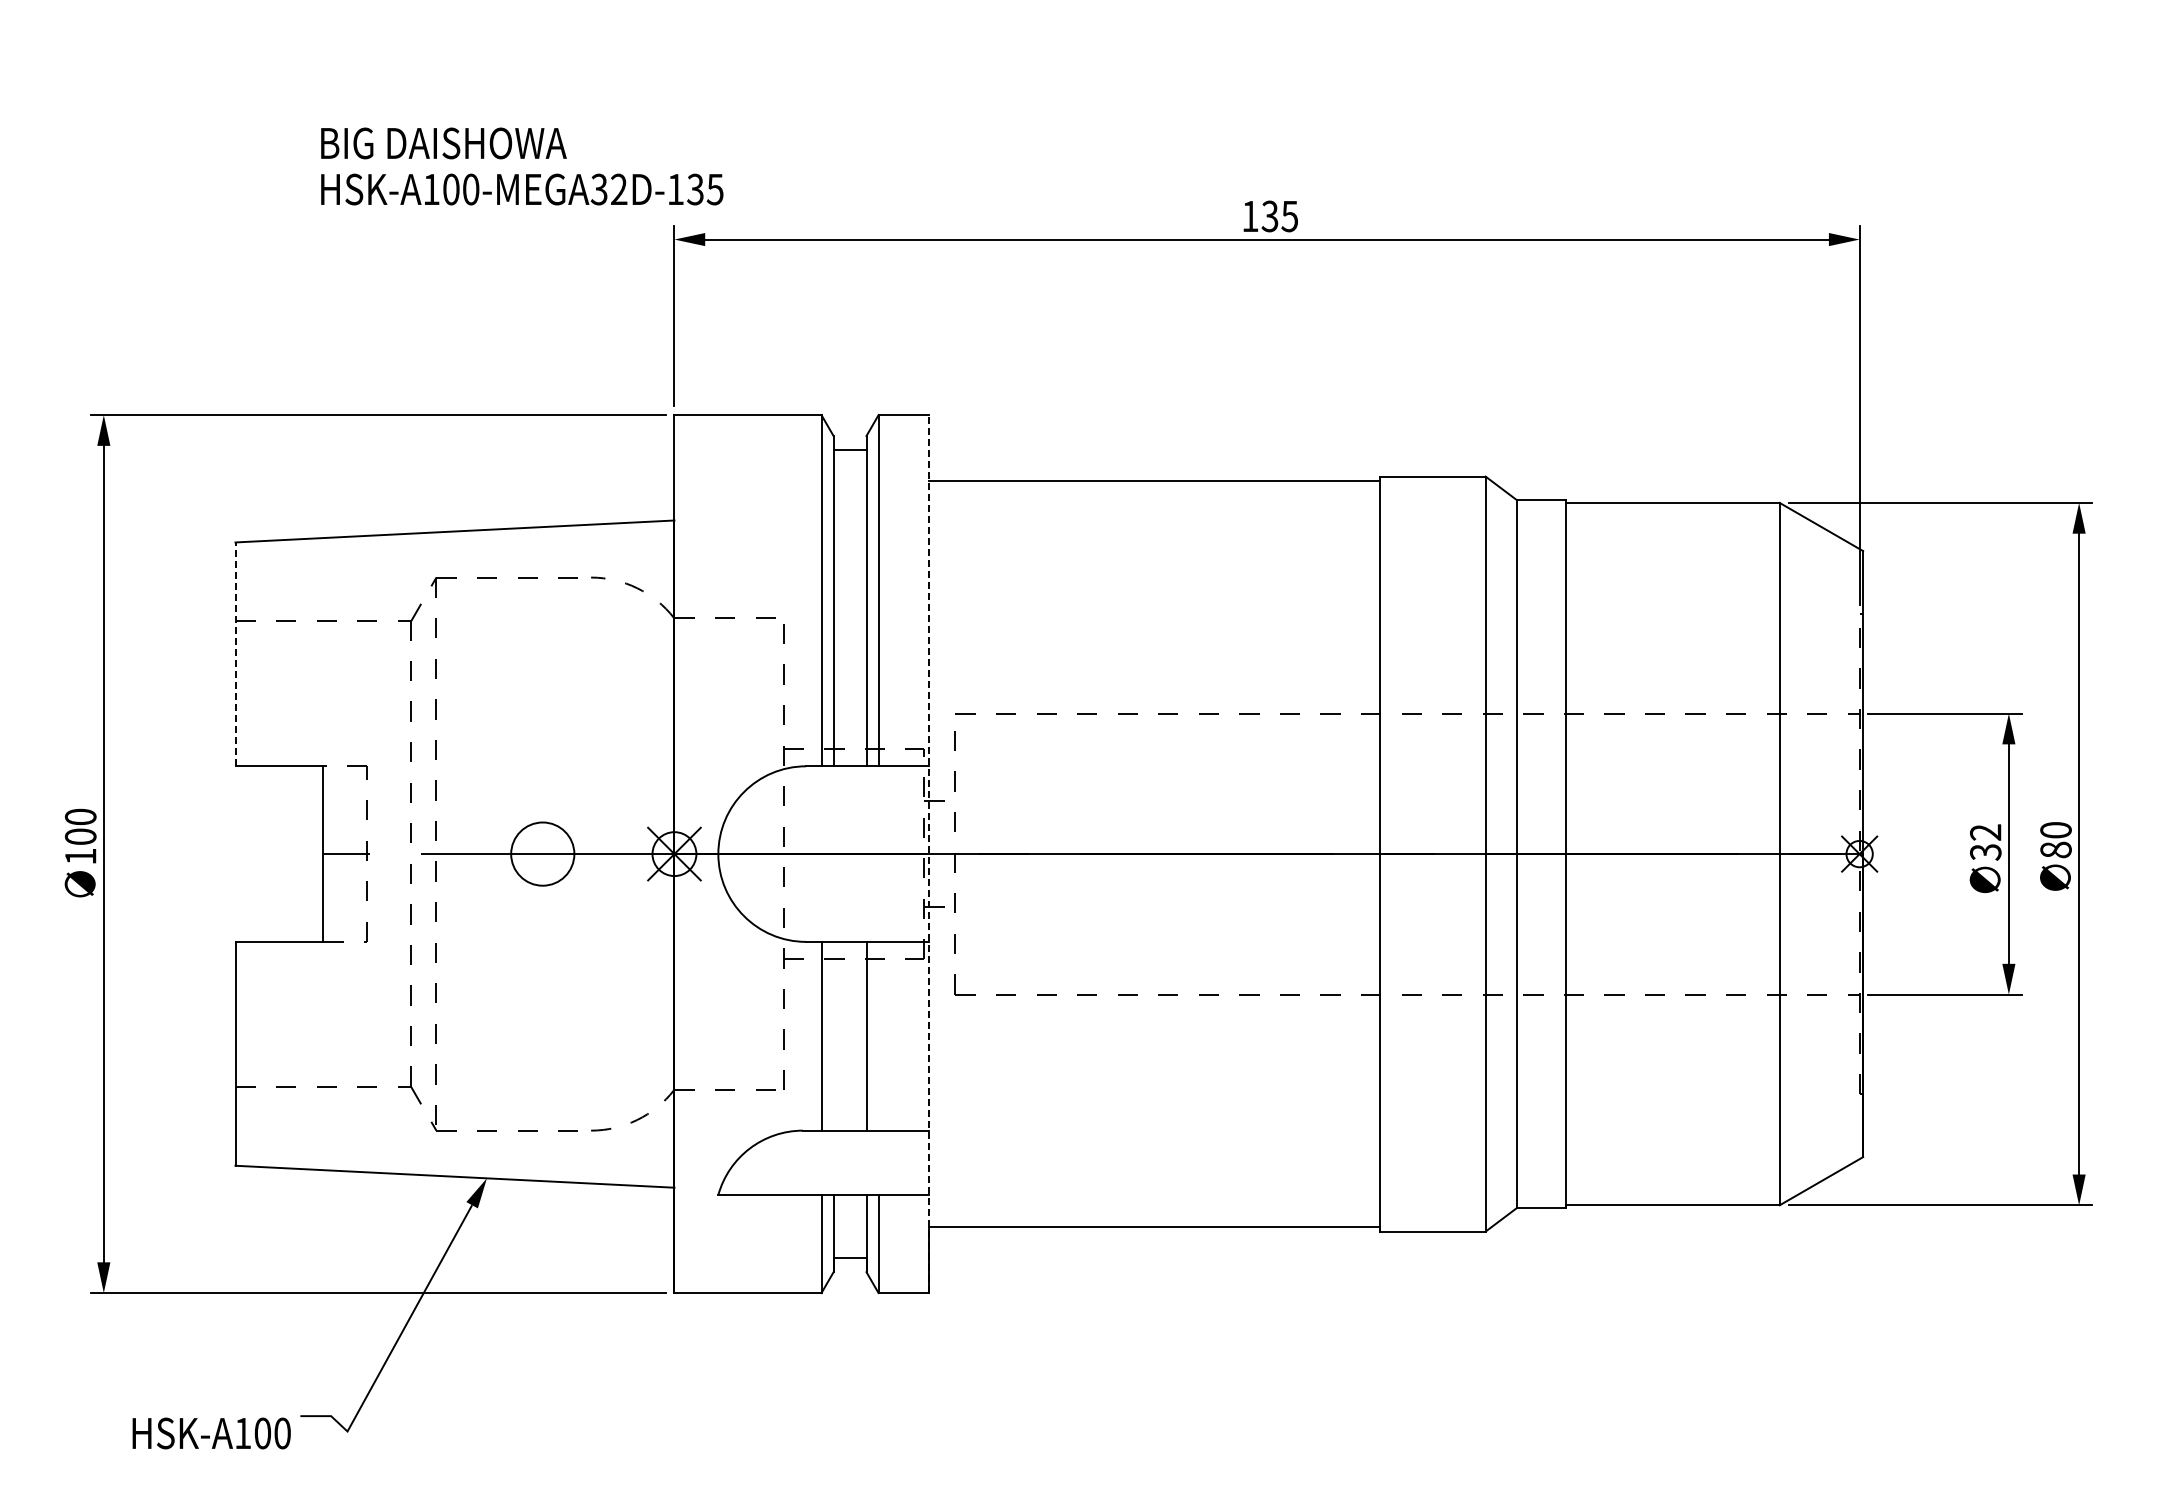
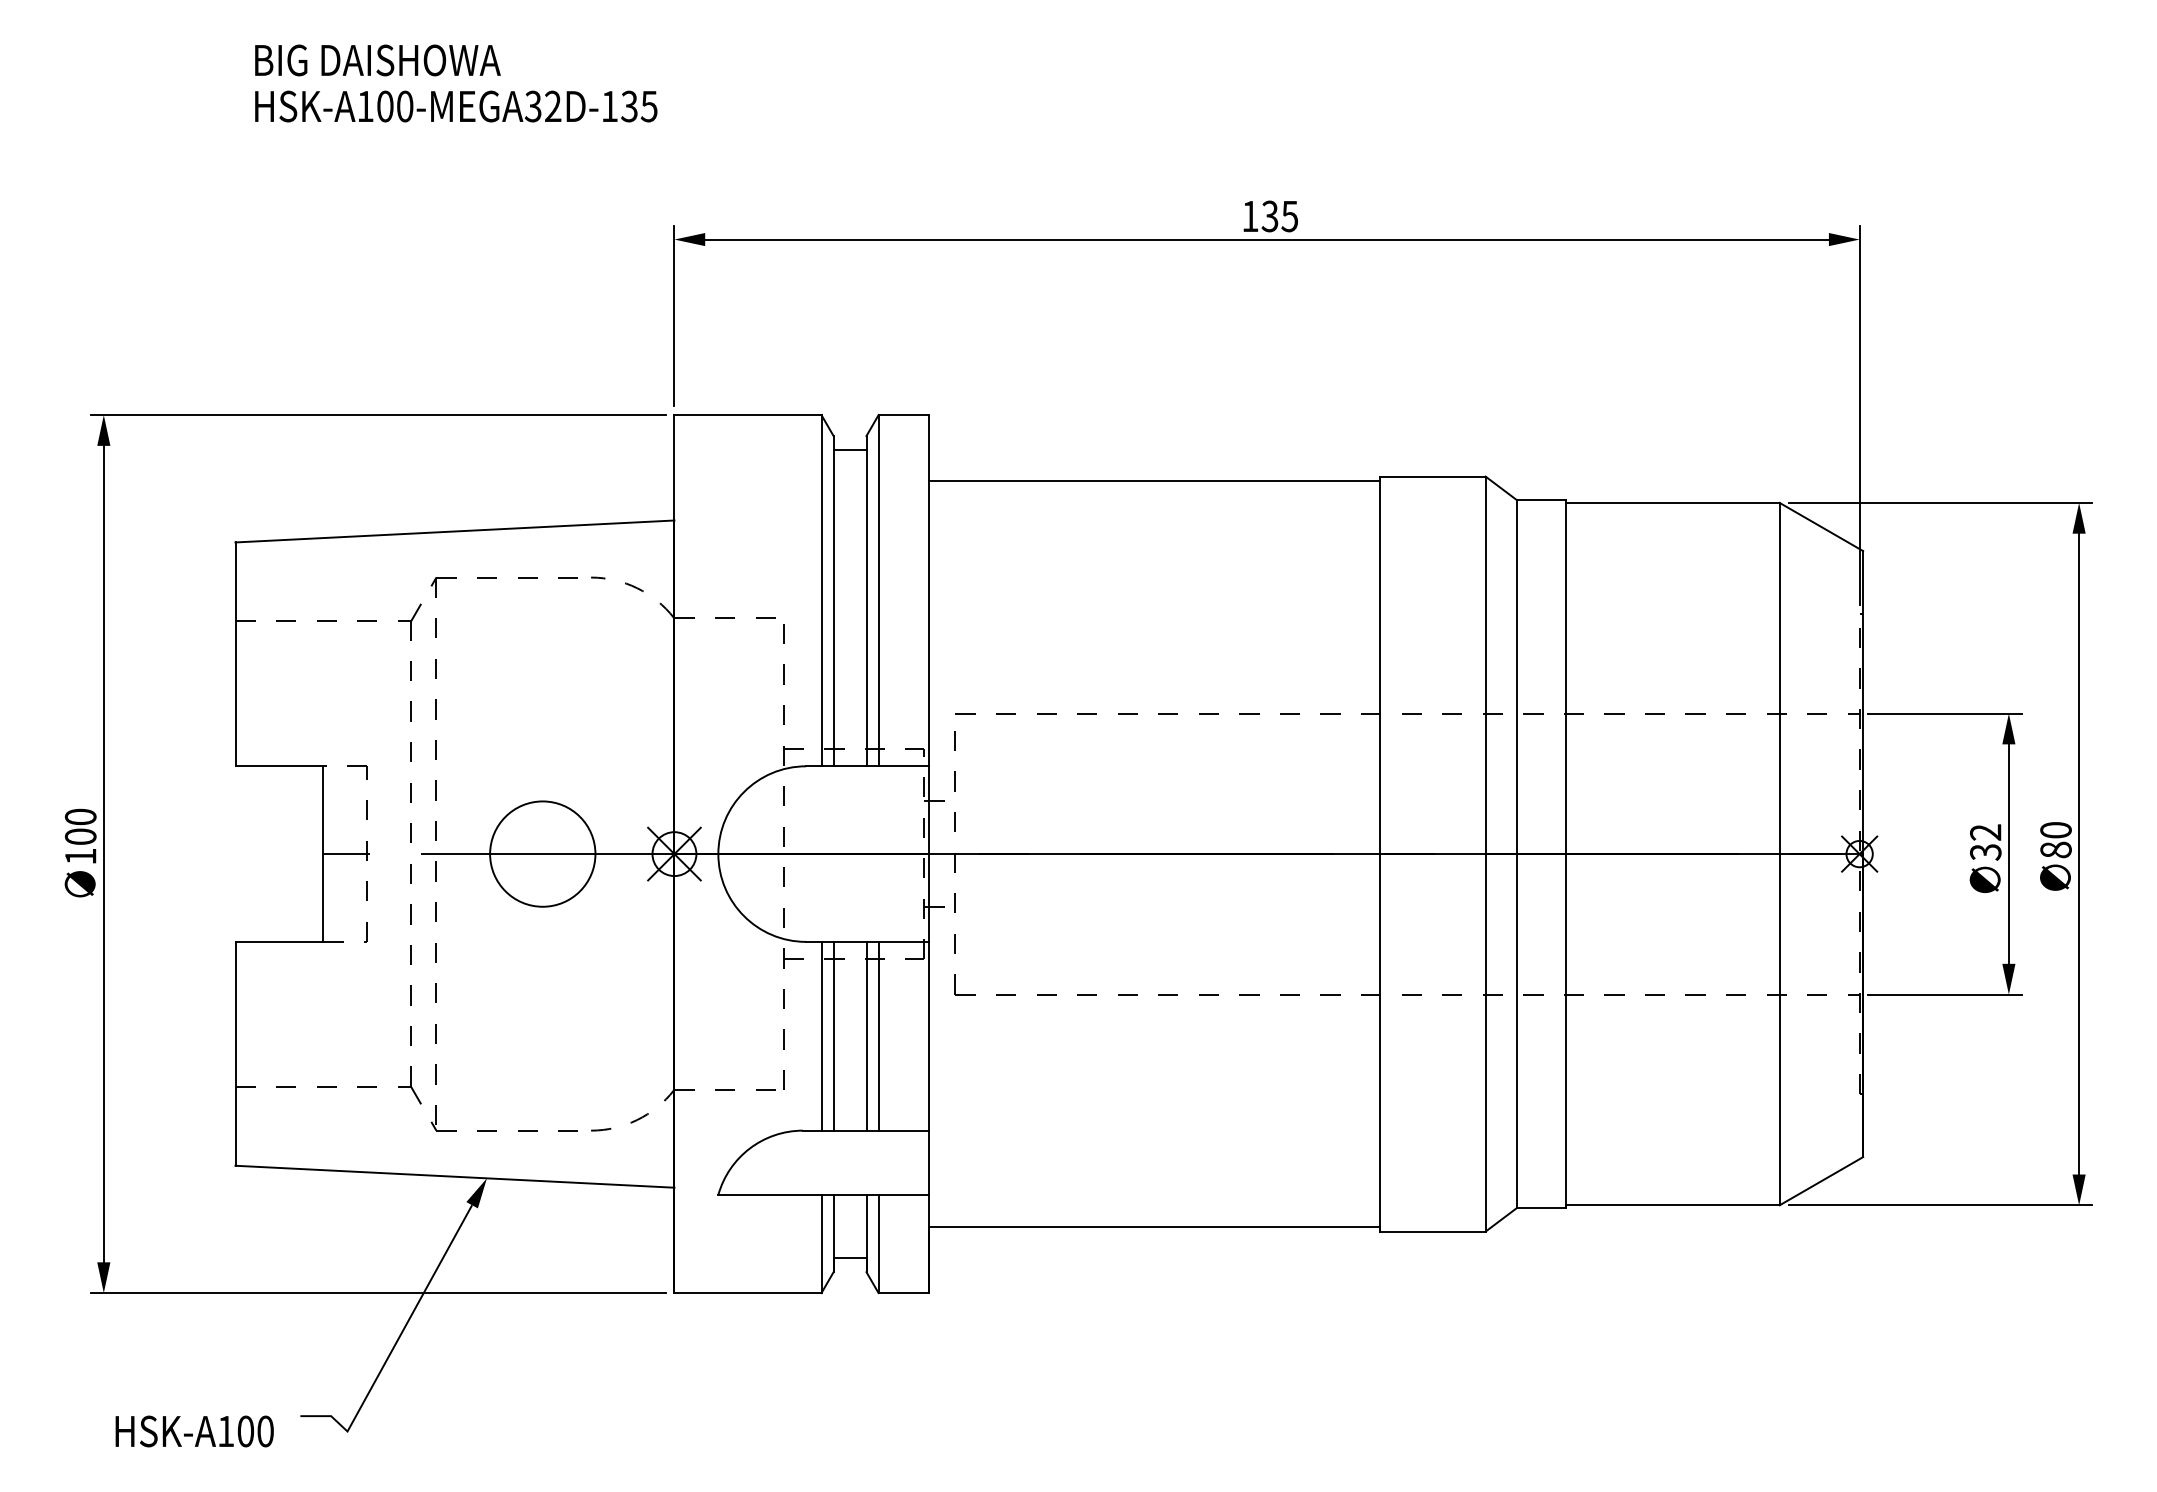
text at (522, 166) position: (522, 166) -> (456, 83)
line at (235, 654): dashed -> solid
circle at (542, 853) diameter: 63 px -> 105 px
line at (929, 854): dashed -> solid
line at (833, 1035): none -> present
line at (878, 1035): none -> present
text at (211, 1433) position: (211, 1433) -> (194, 1431)
